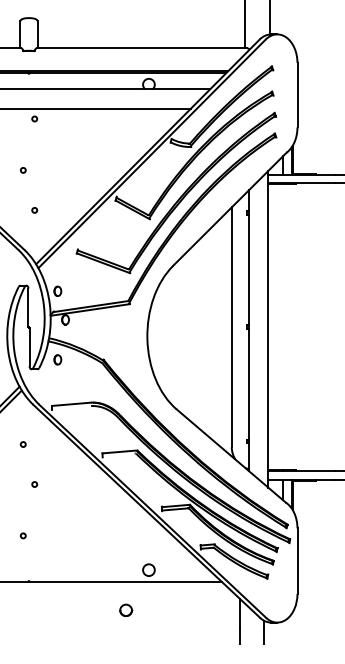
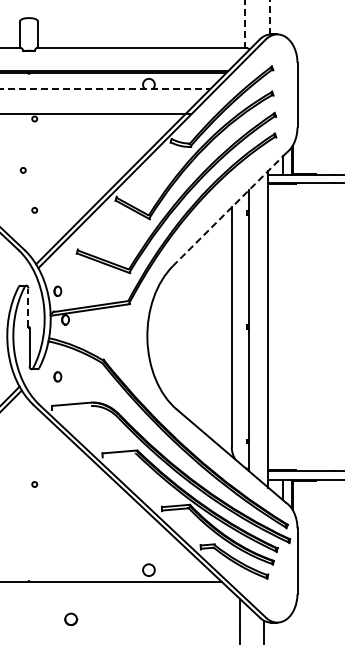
line at (269, 17): solid -> dashed
line at (245, 24): solid -> dashed
line at (105, 89): solid -> dashed
line at (96, 108) position: (96, 108) -> (96, 113)
line at (229, 209): solid -> dashed
line at (28, 307): solid -> dashed
part at (57, 359) position: (57, 359) -> (57, 376)
circle at (22, 444): present -> none
circle at (22, 535): present -> none
part at (126, 609) position: (126, 609) -> (71, 618)
